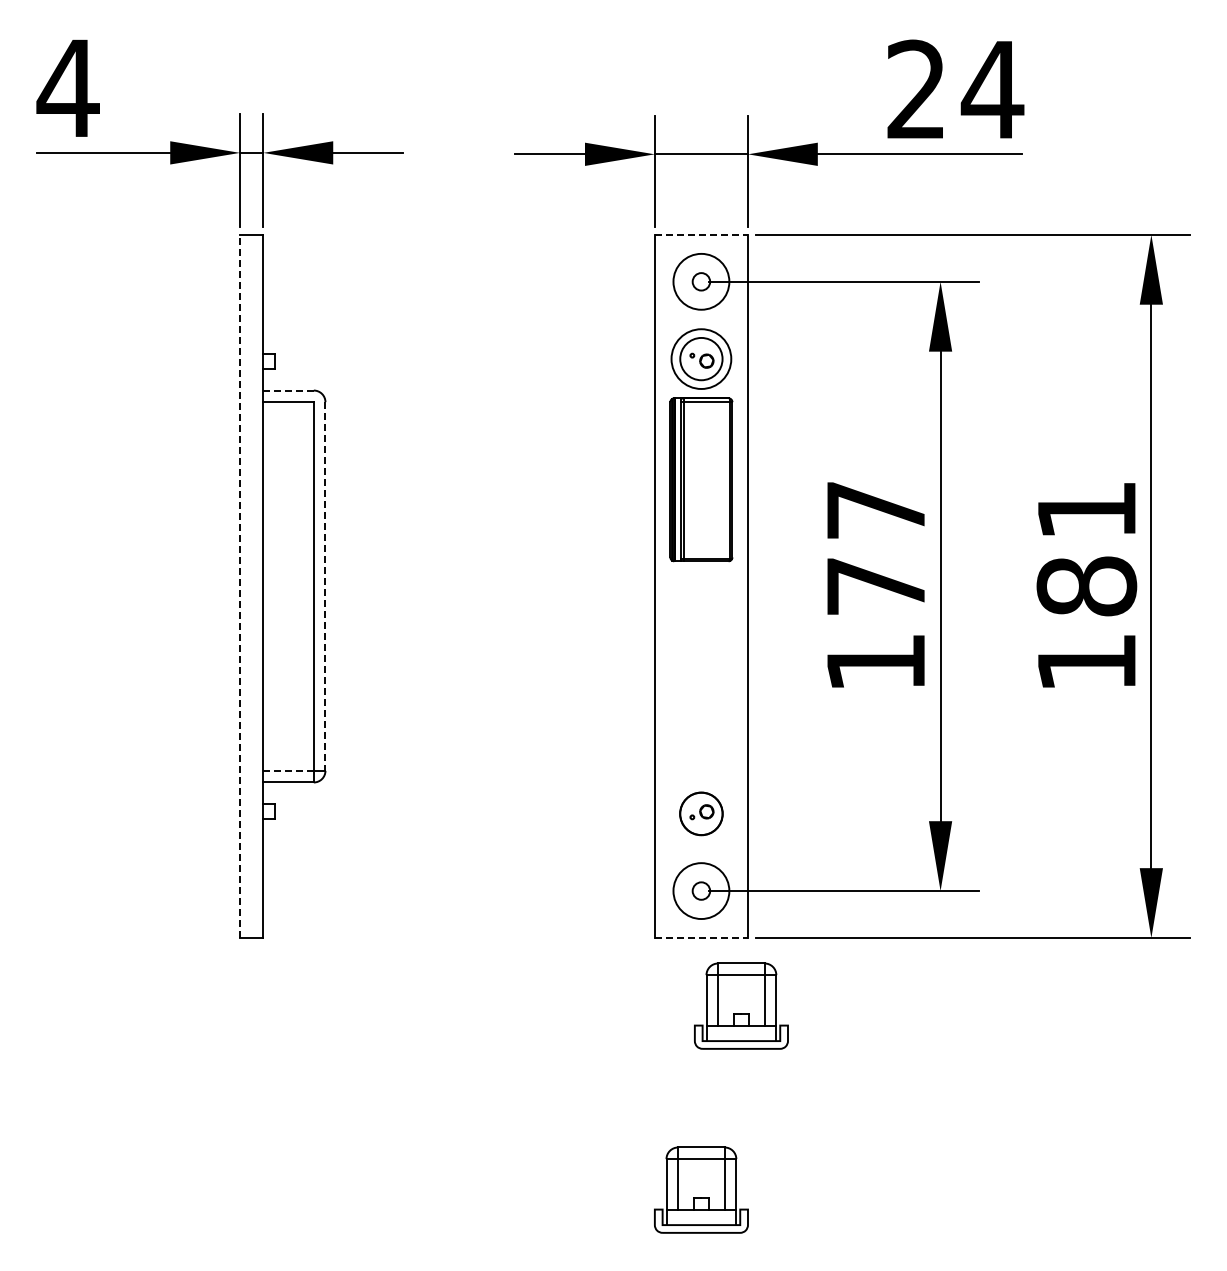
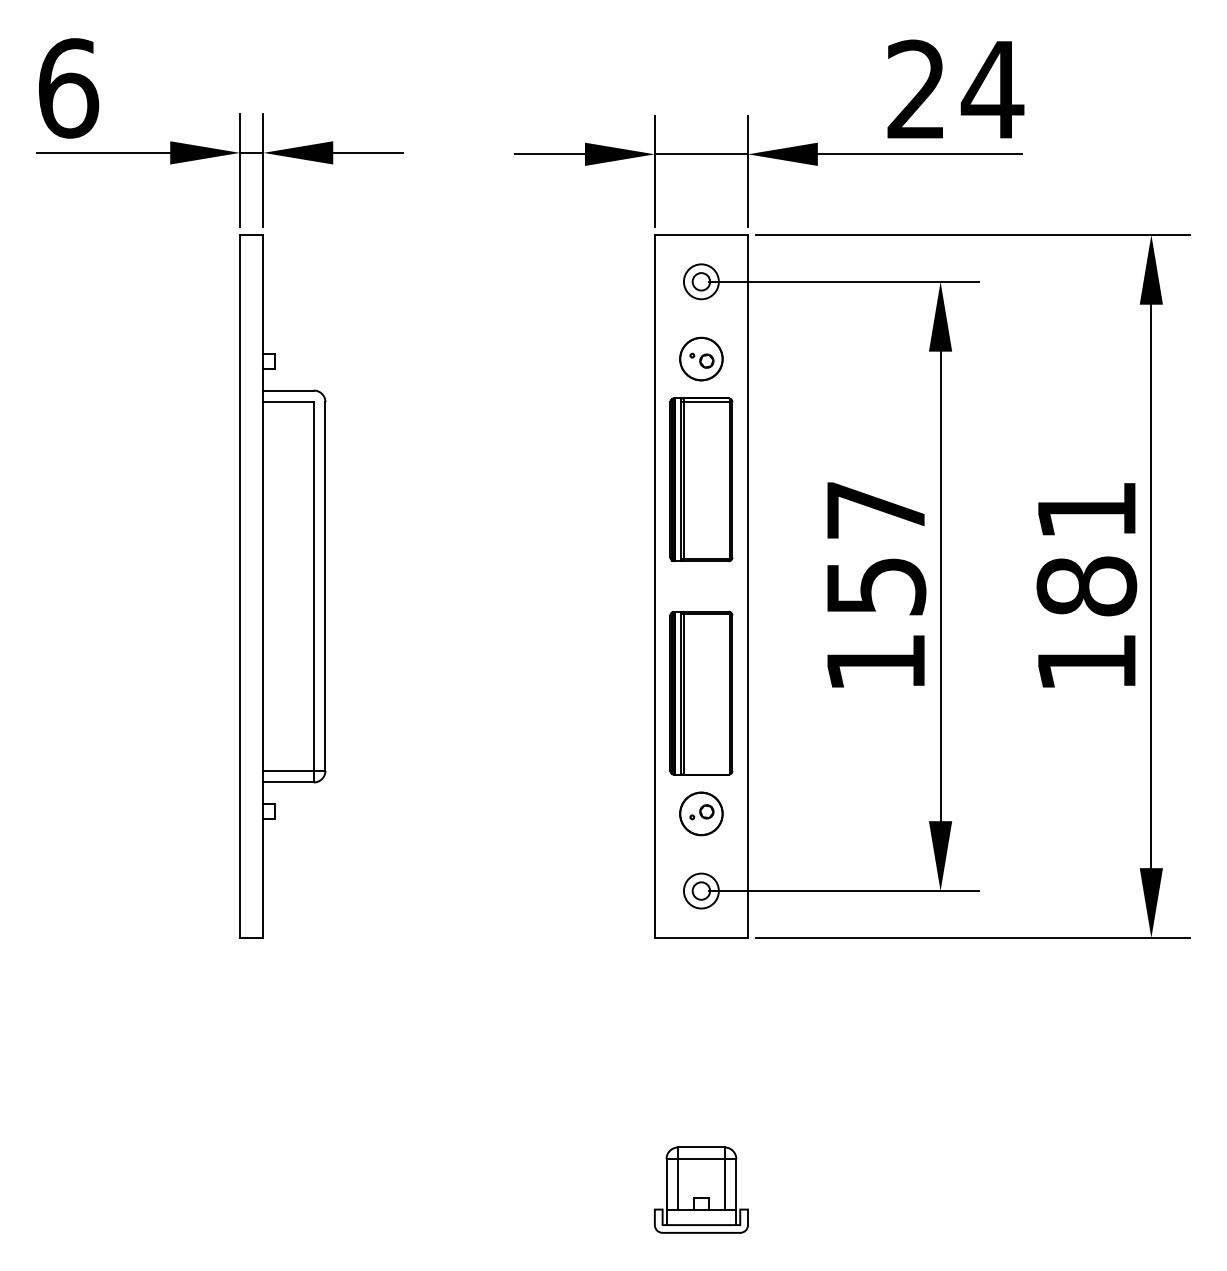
text at (67, 88): 4 -> 6
line at (701, 234): dashed -> solid
circle at (701, 281) diameter: 56 px -> 35 px
circle at (701, 358) diameter: 60 px -> 43 px
line at (289, 390): dashed -> solid
line at (240, 586): dashed -> solid
text at (876, 586): 177 -> 157
line at (325, 587): dashed -> solid
part at (701, 692): none -> present
line at (289, 770): dashed -> solid
circle at (701, 891) diameter: 56 px -> 35 px
line at (701, 938): dashed -> solid
part at (741, 1005): present -> none
